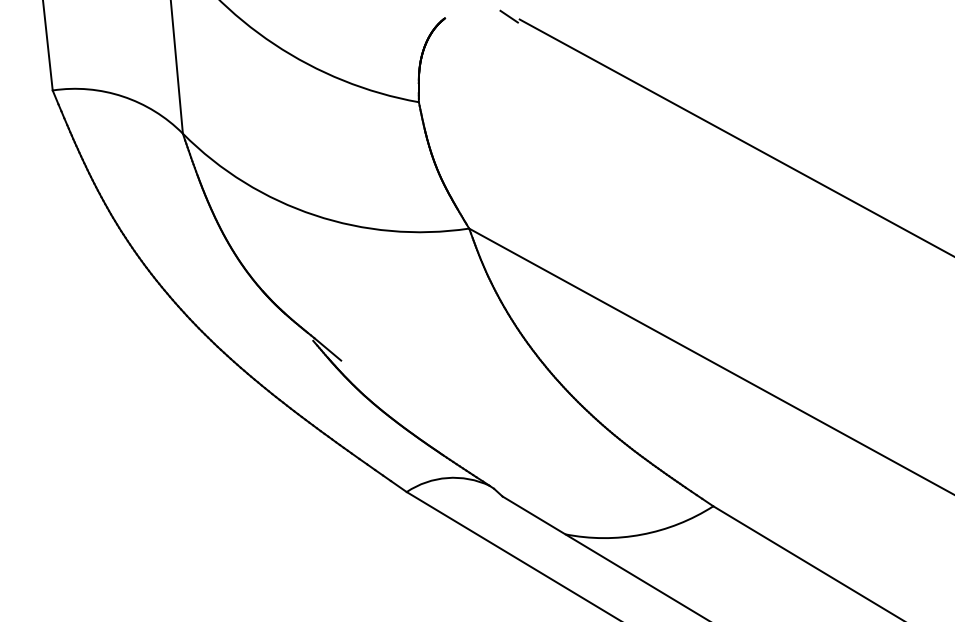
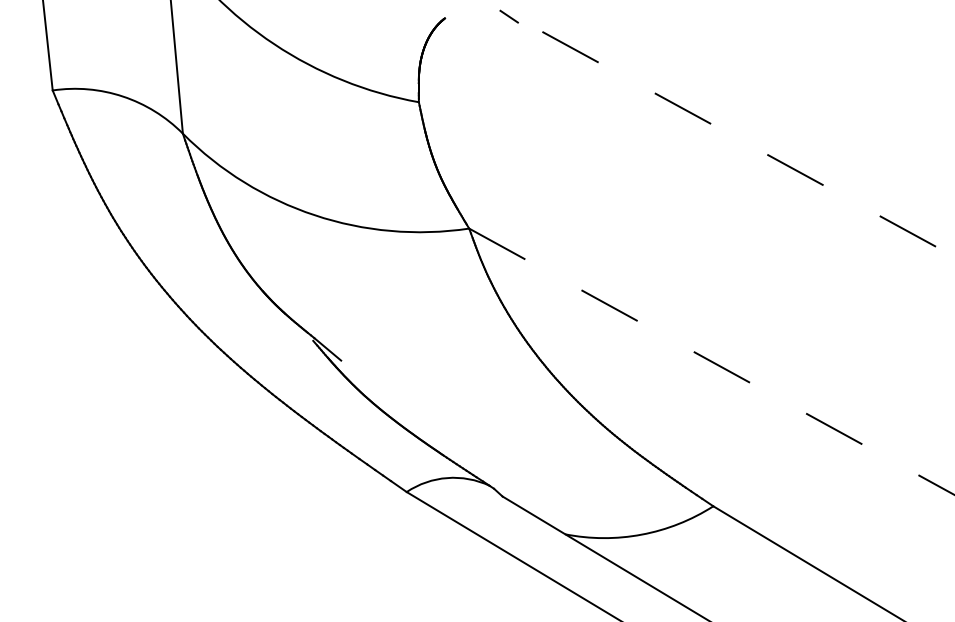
line at (737, 138): solid -> dashed
line at (712, 361): solid -> dashed
